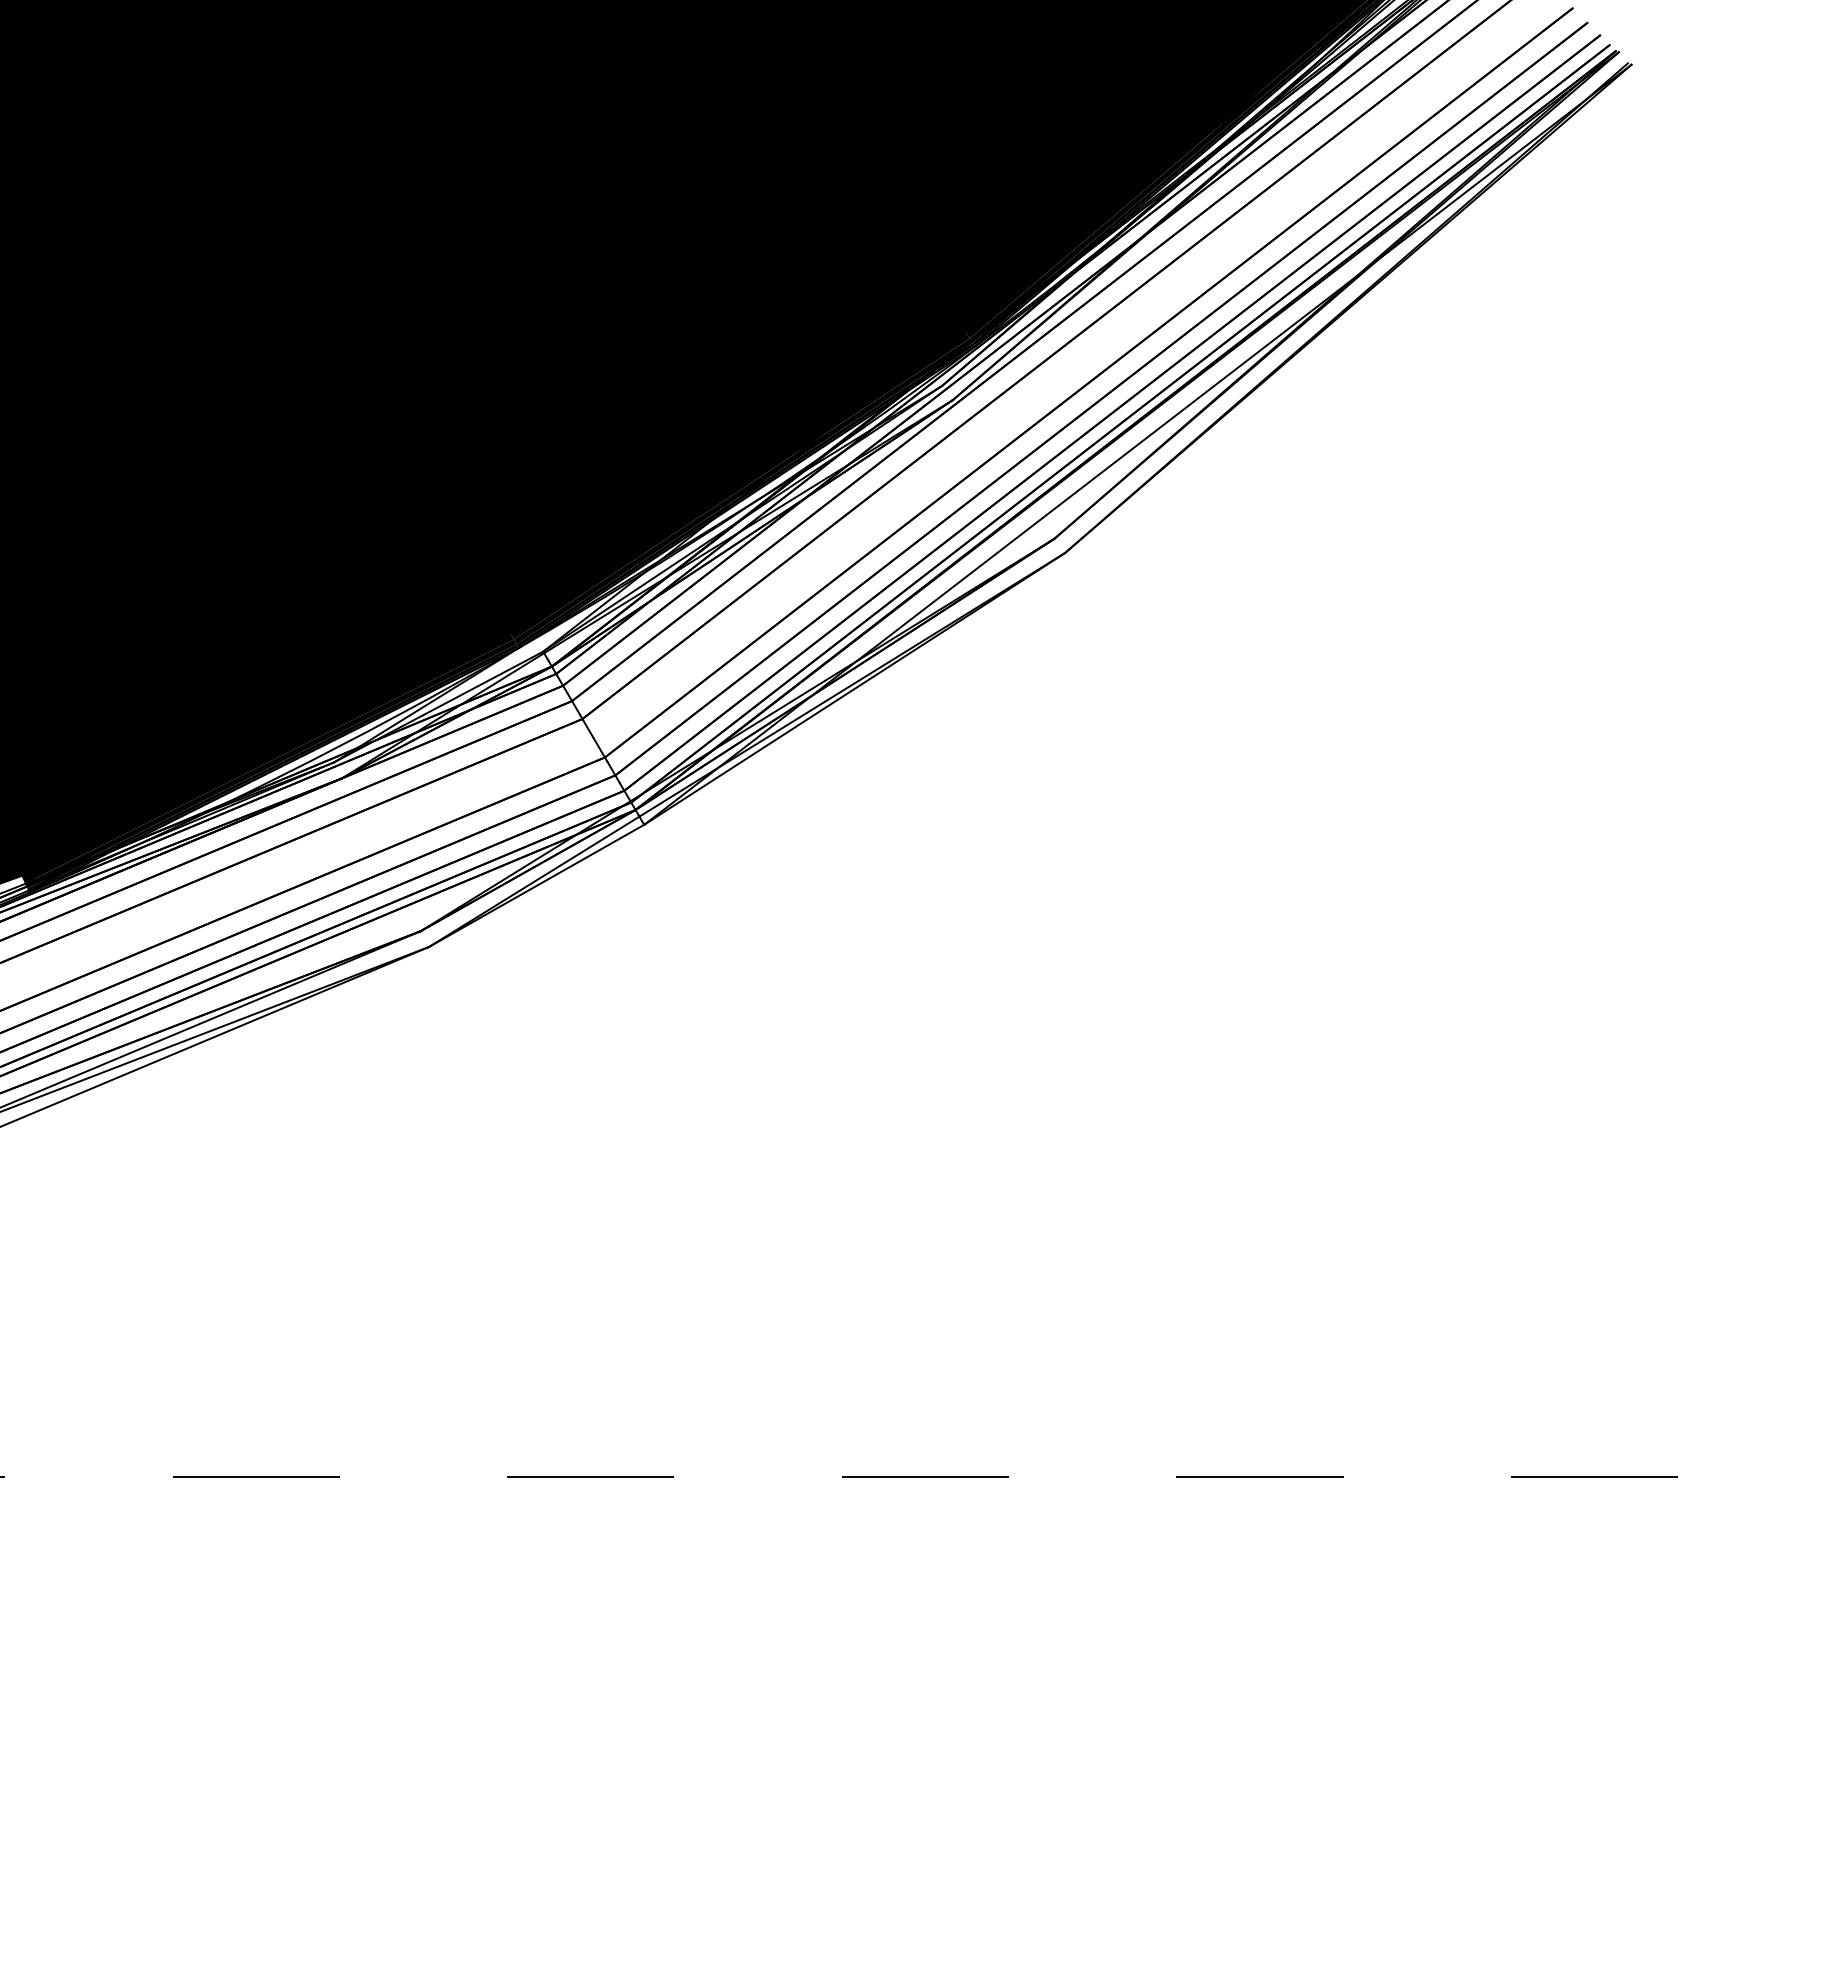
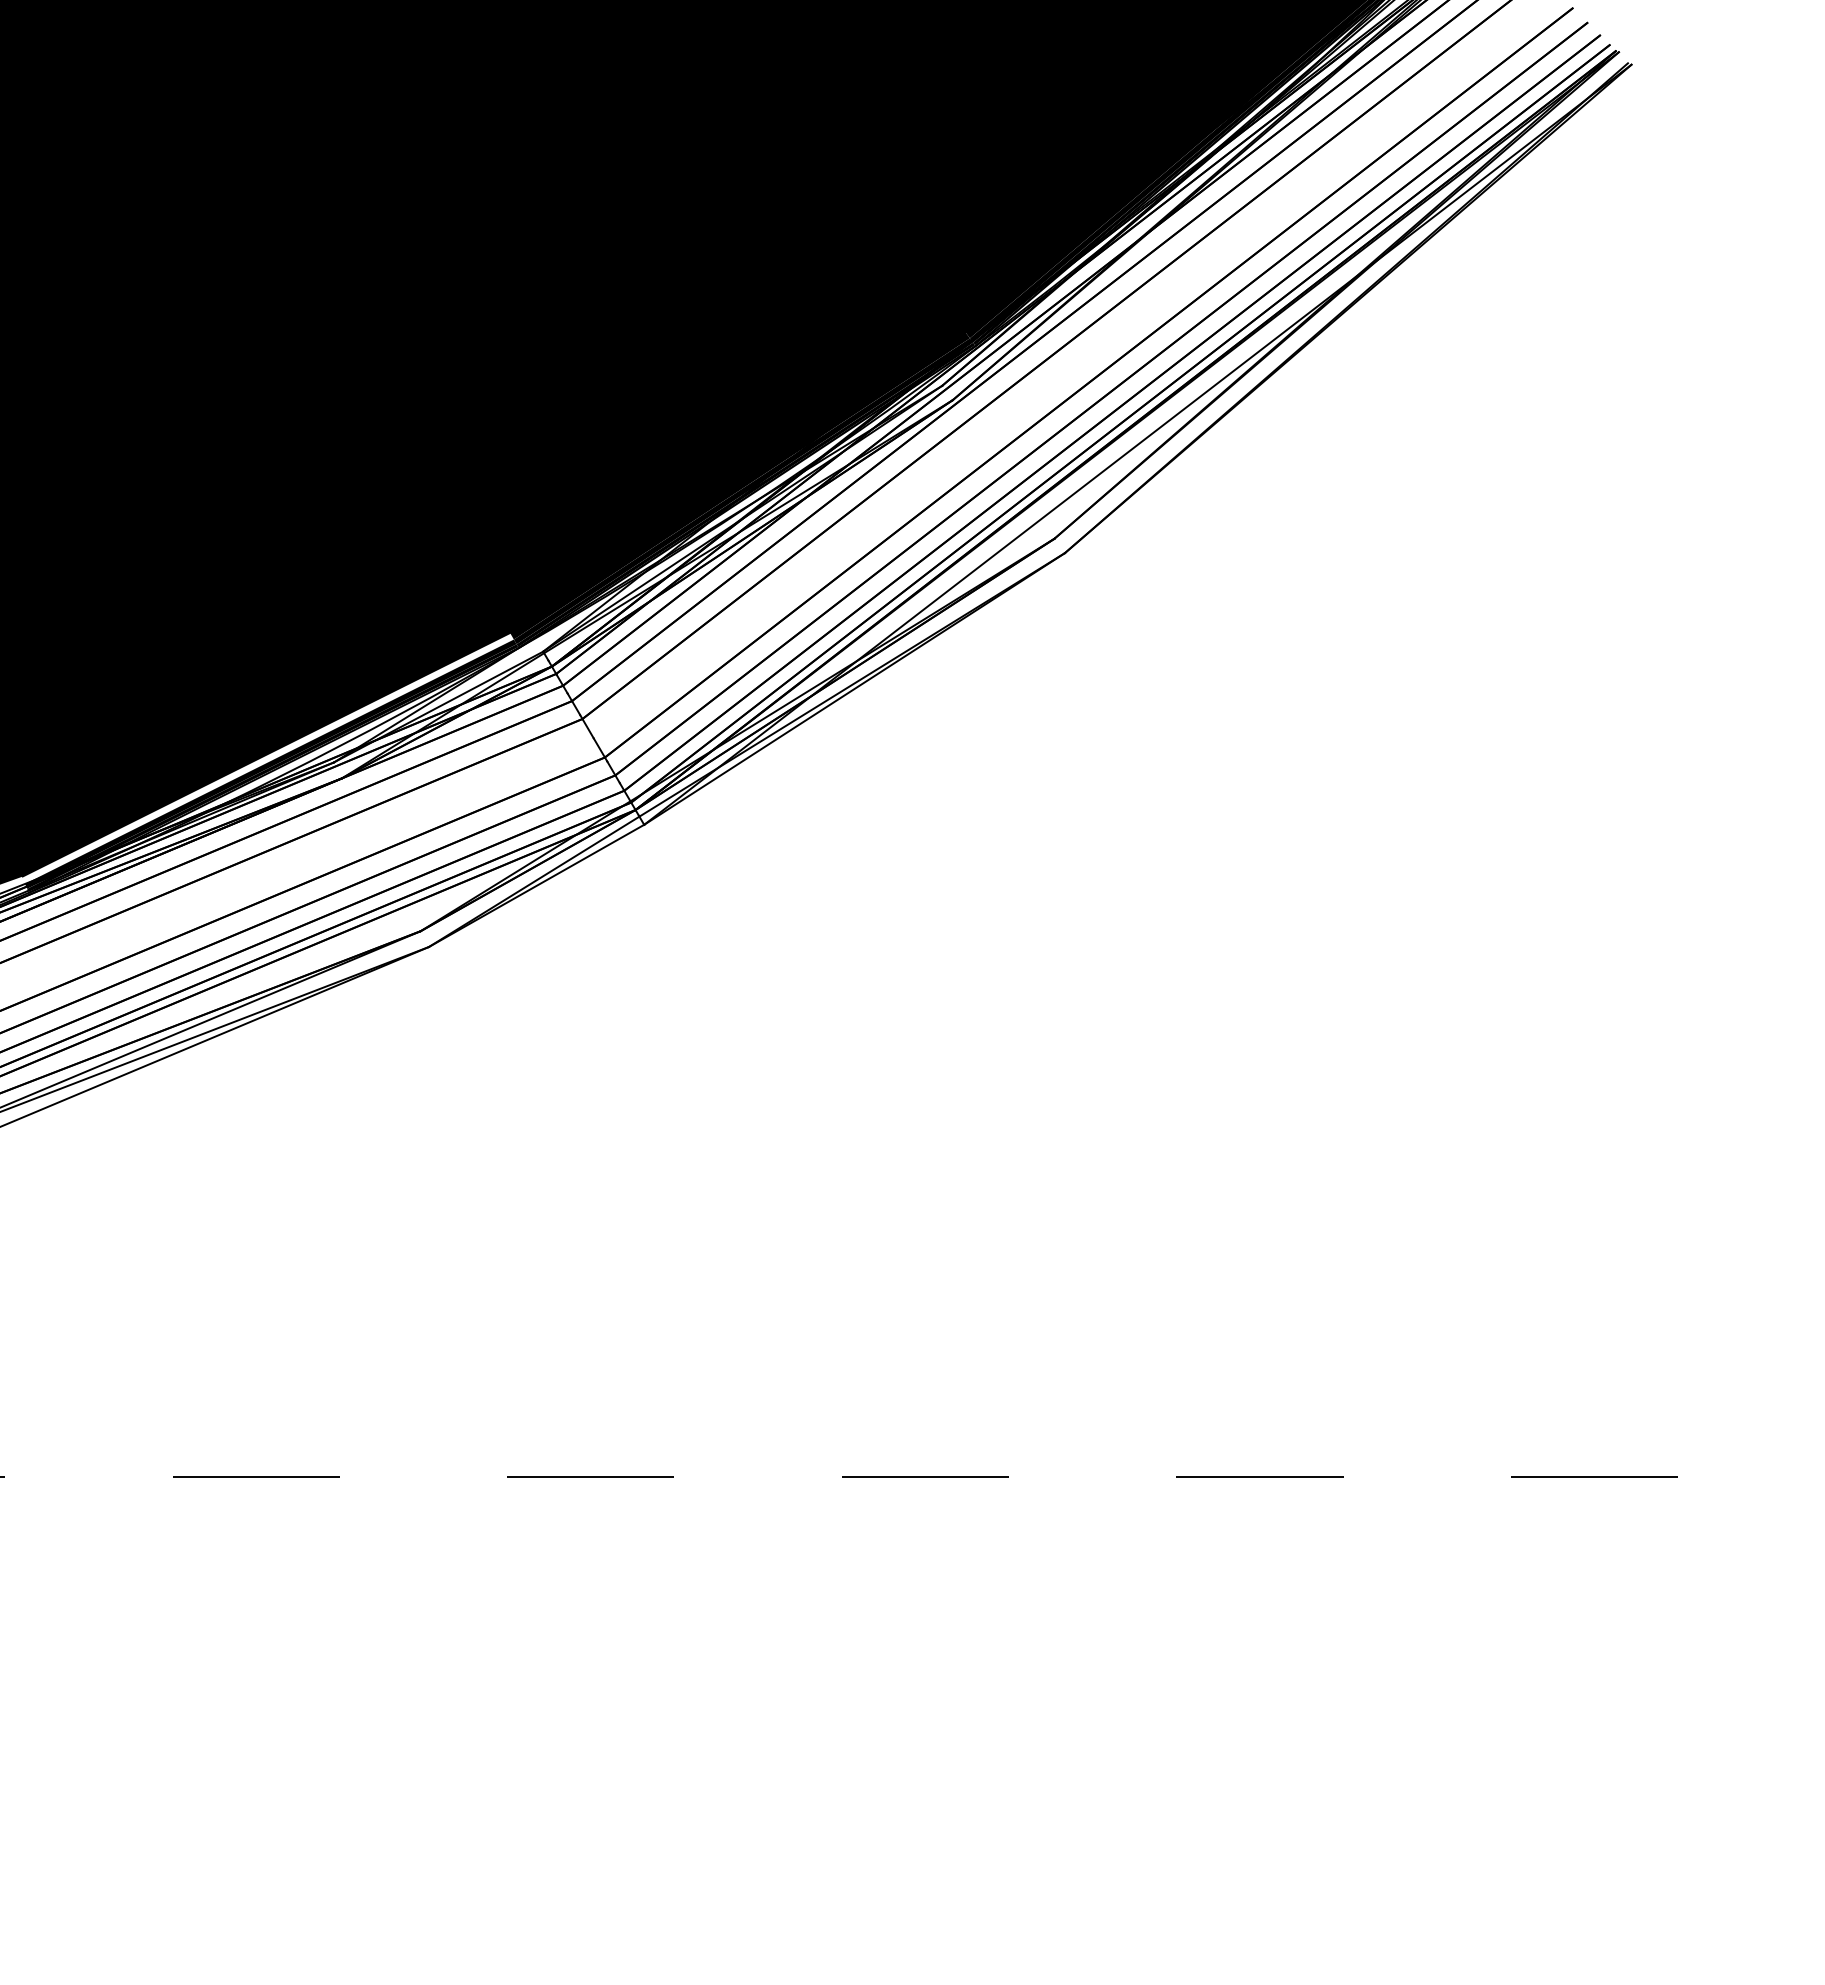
fill at (267, 757): present -> none
fill at (273, 769): present -> none
